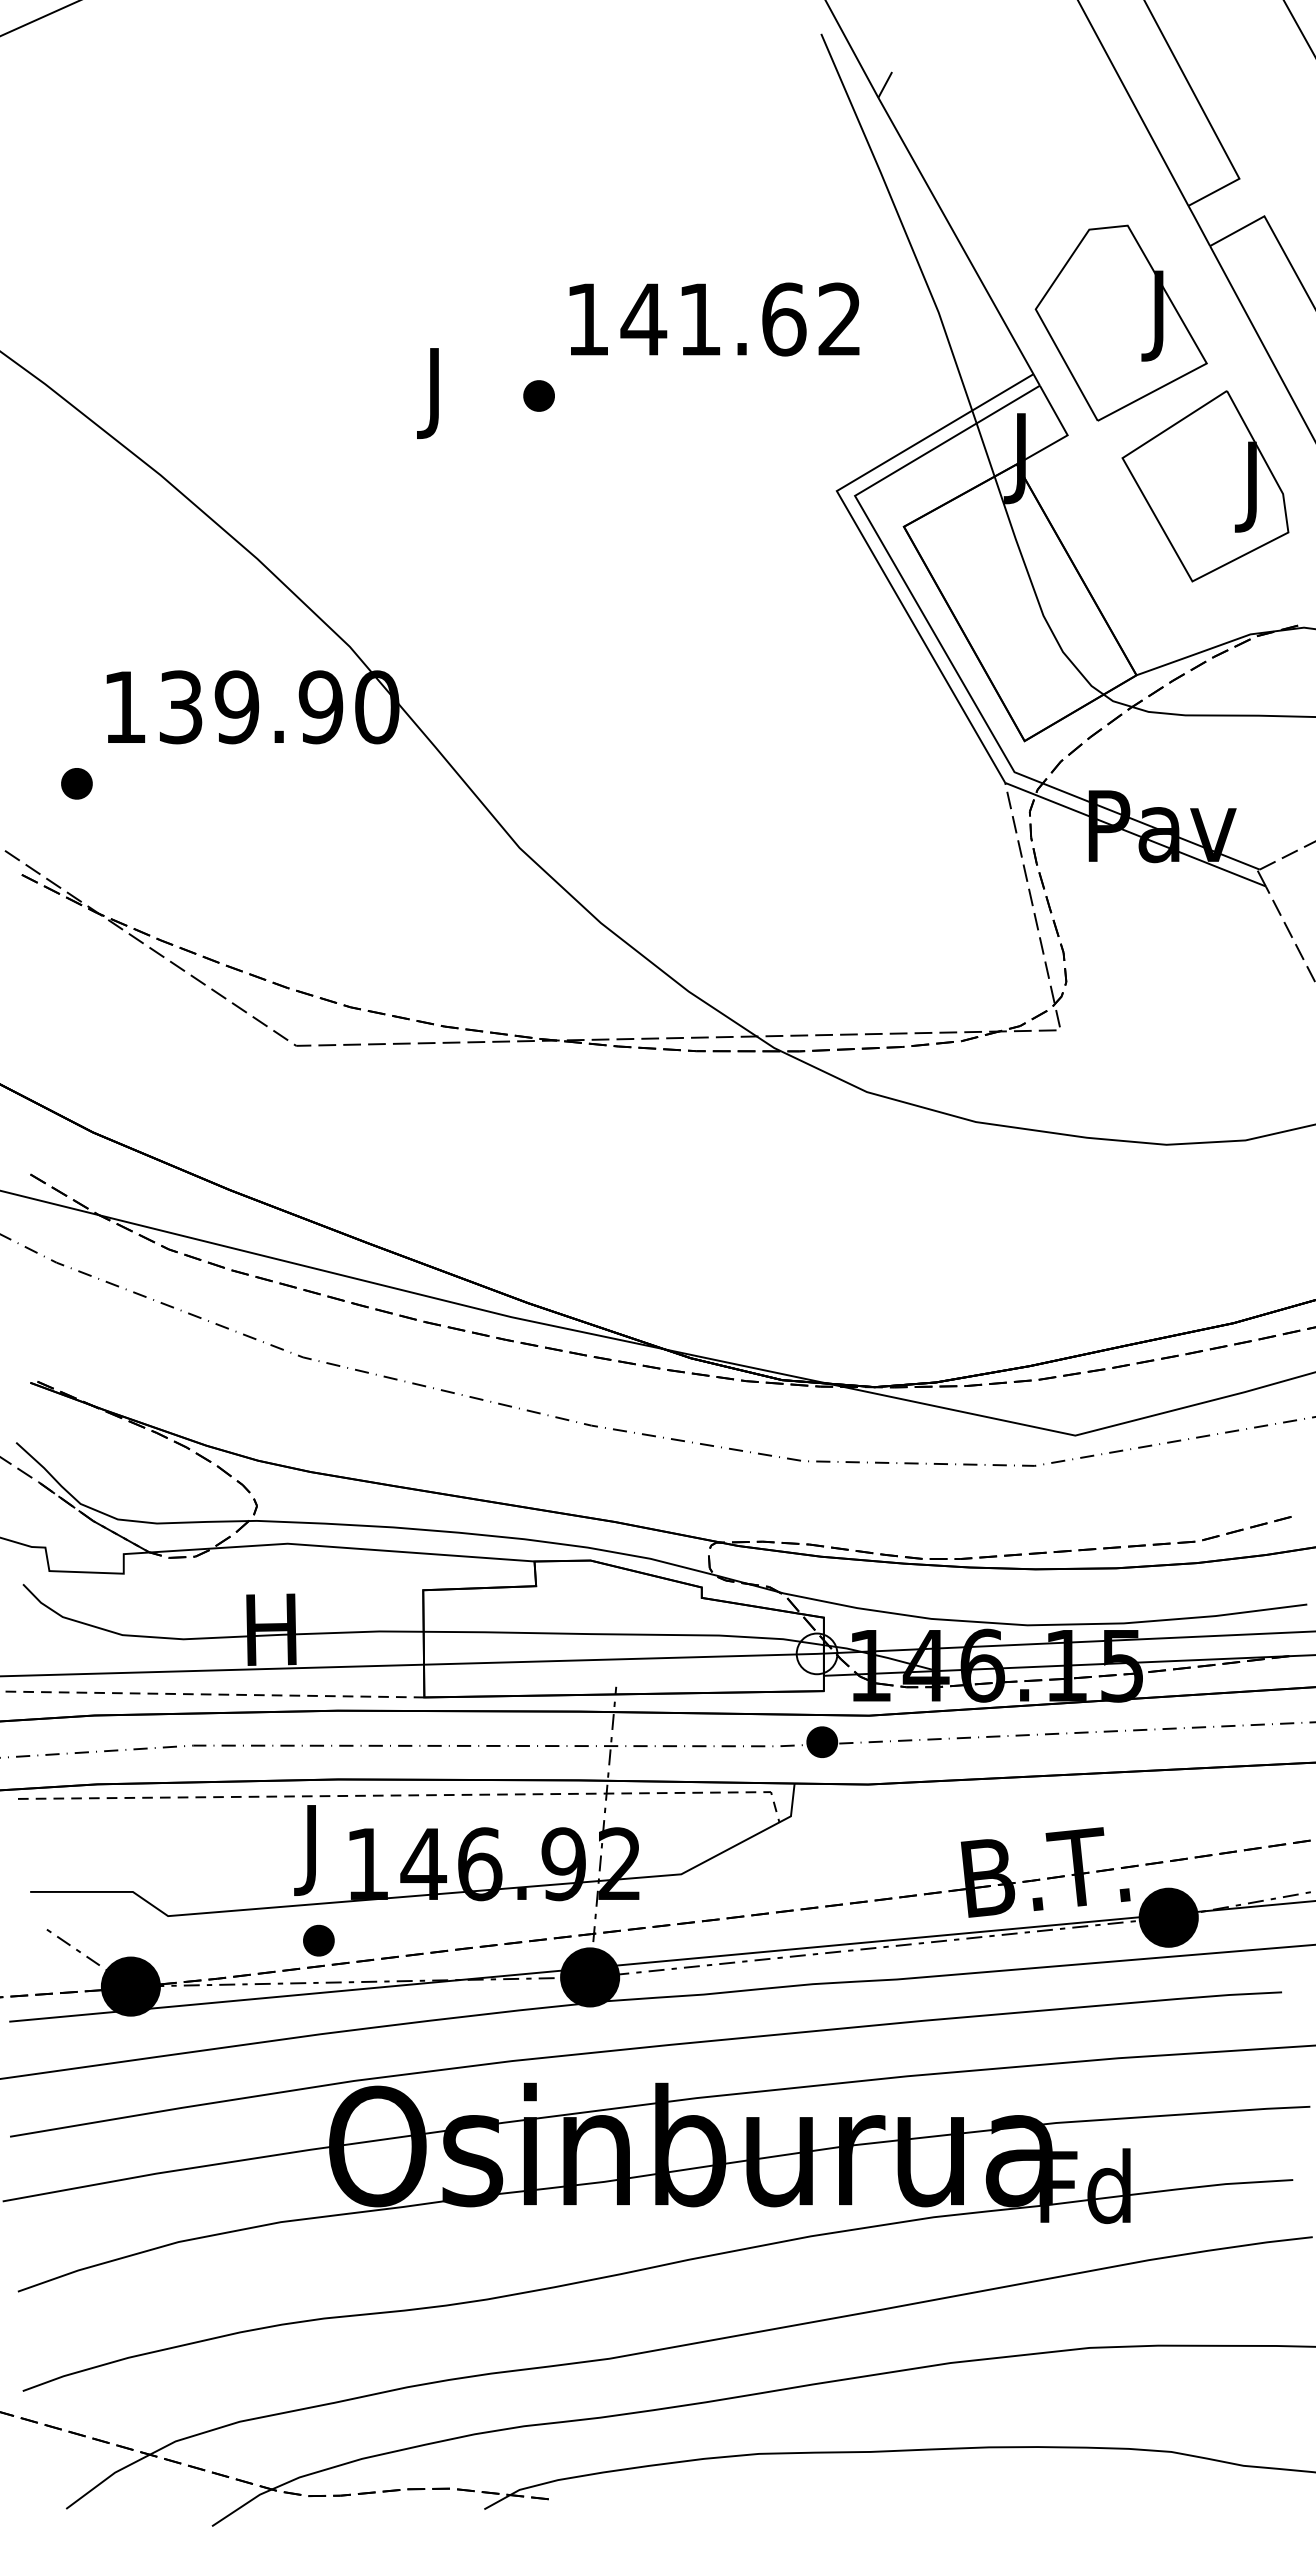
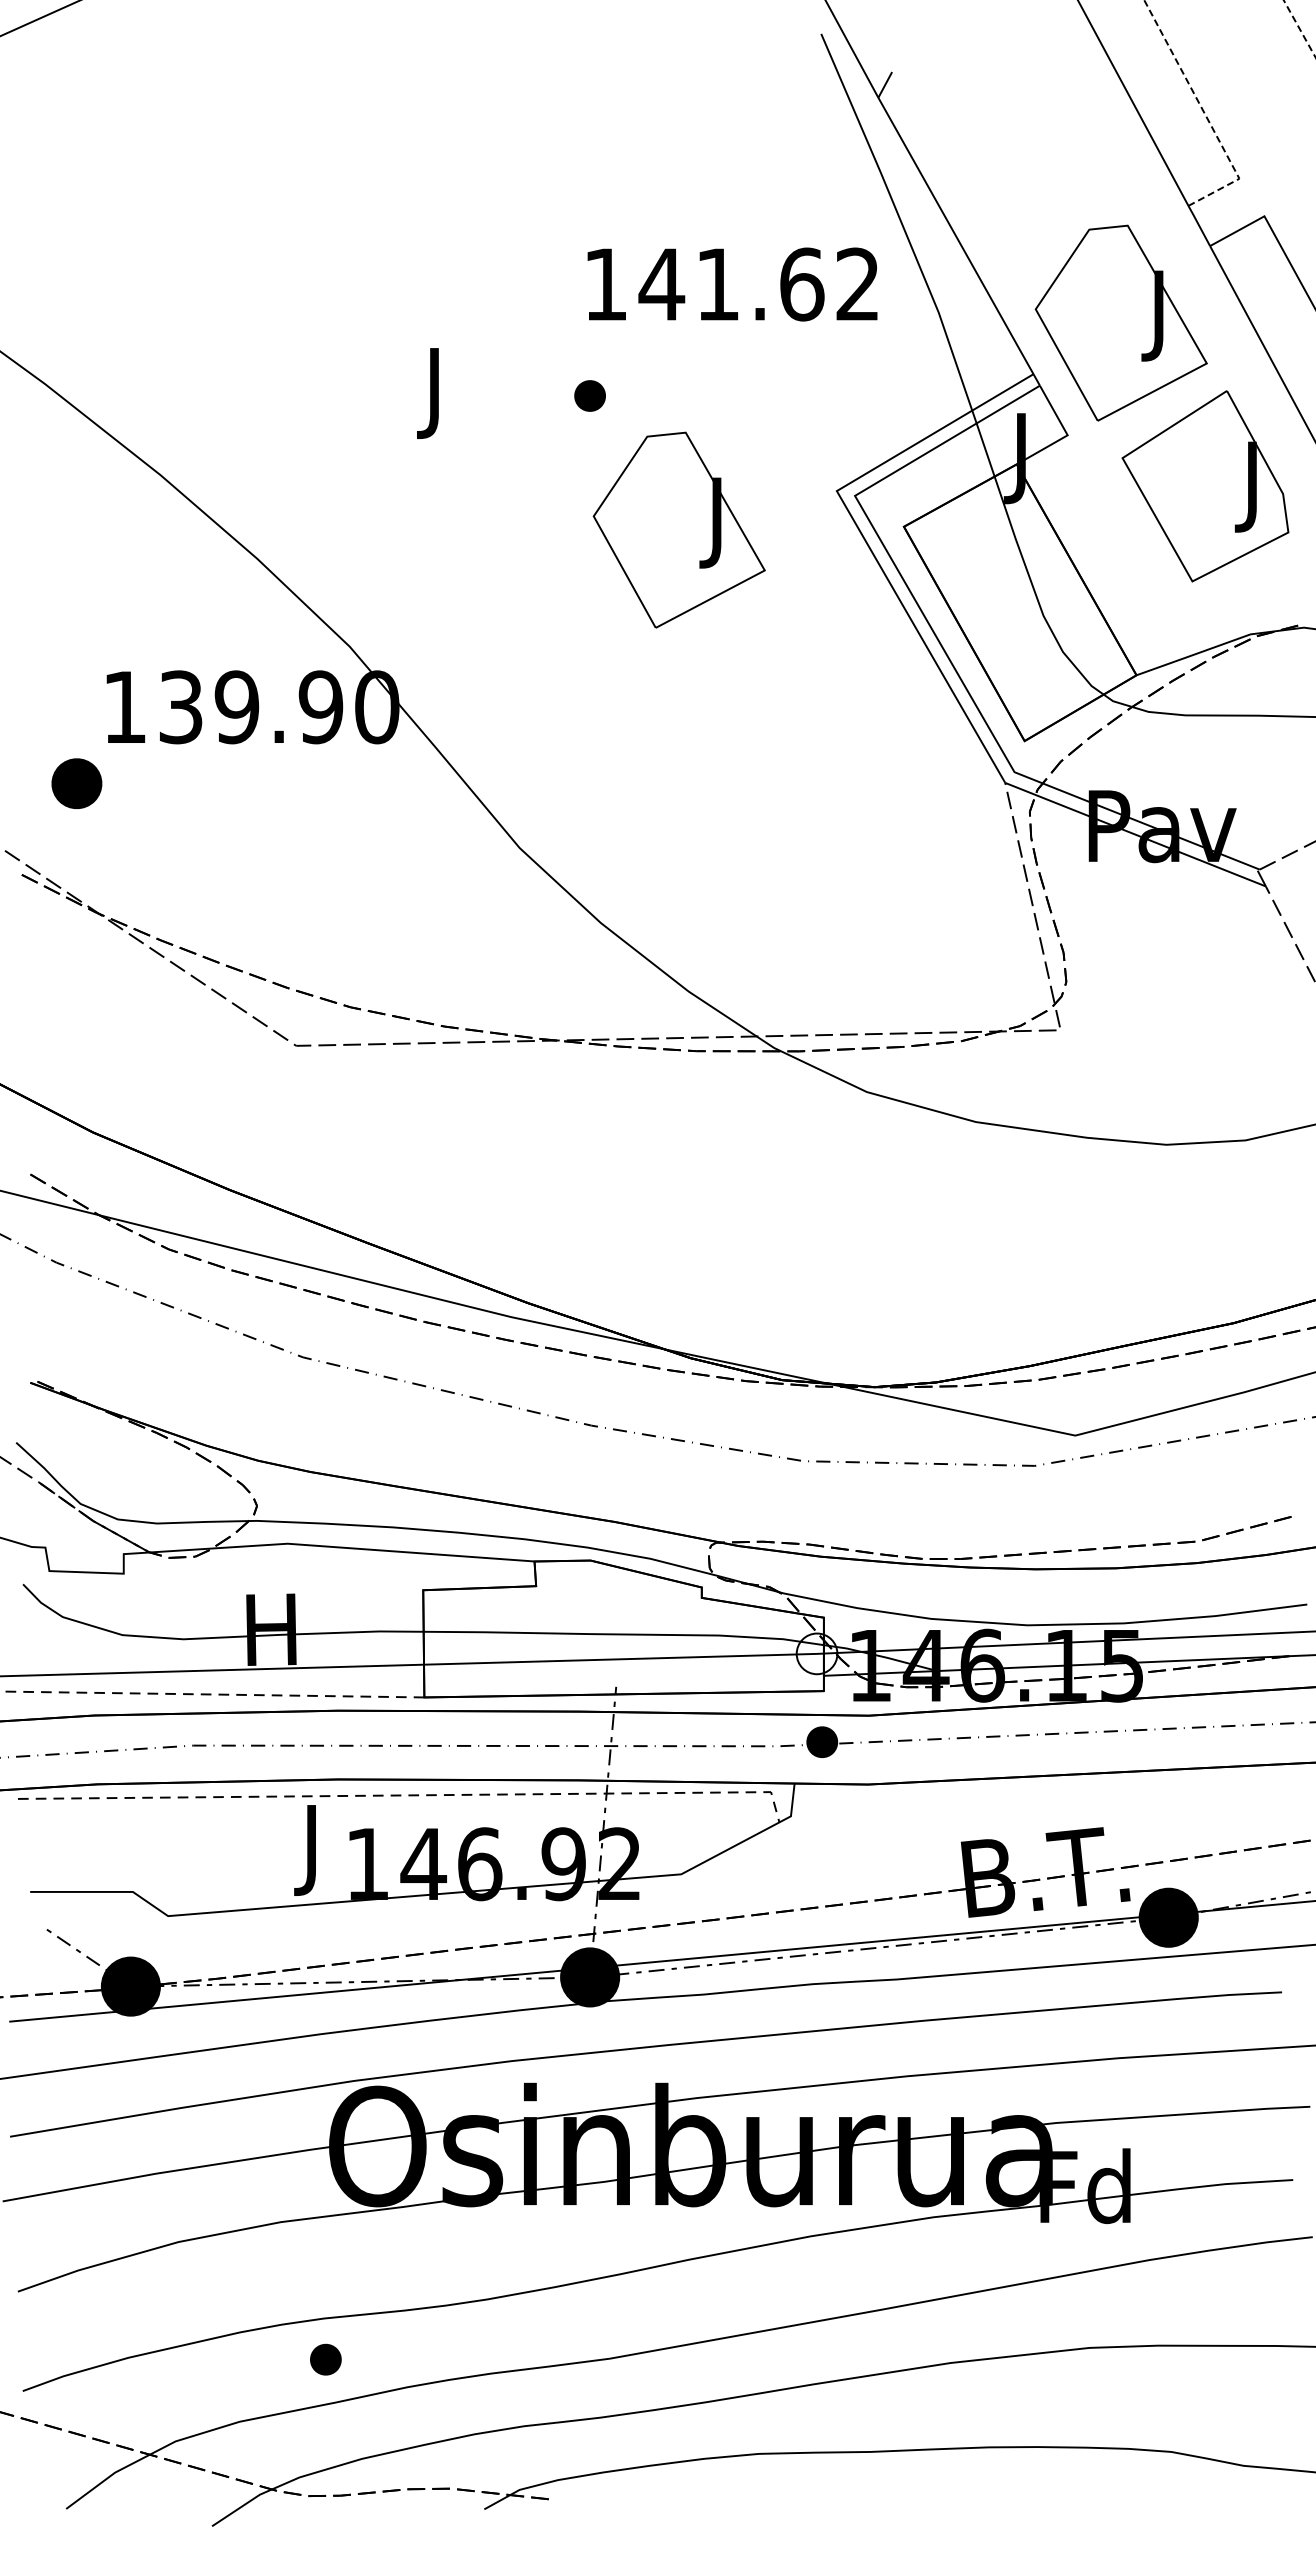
line at (1299, 29): solid -> dashed
line at (1205, 115): solid -> dashed
text at (714, 319) position: (714, 319) -> (732, 284)
part at (538, 395) position: (538, 395) -> (589, 395)
part at (678, 529): none -> present
part at (76, 783) size: 32x32 px -> 52x52 px
part at (318, 1940) position: (318, 1940) -> (325, 2359)
